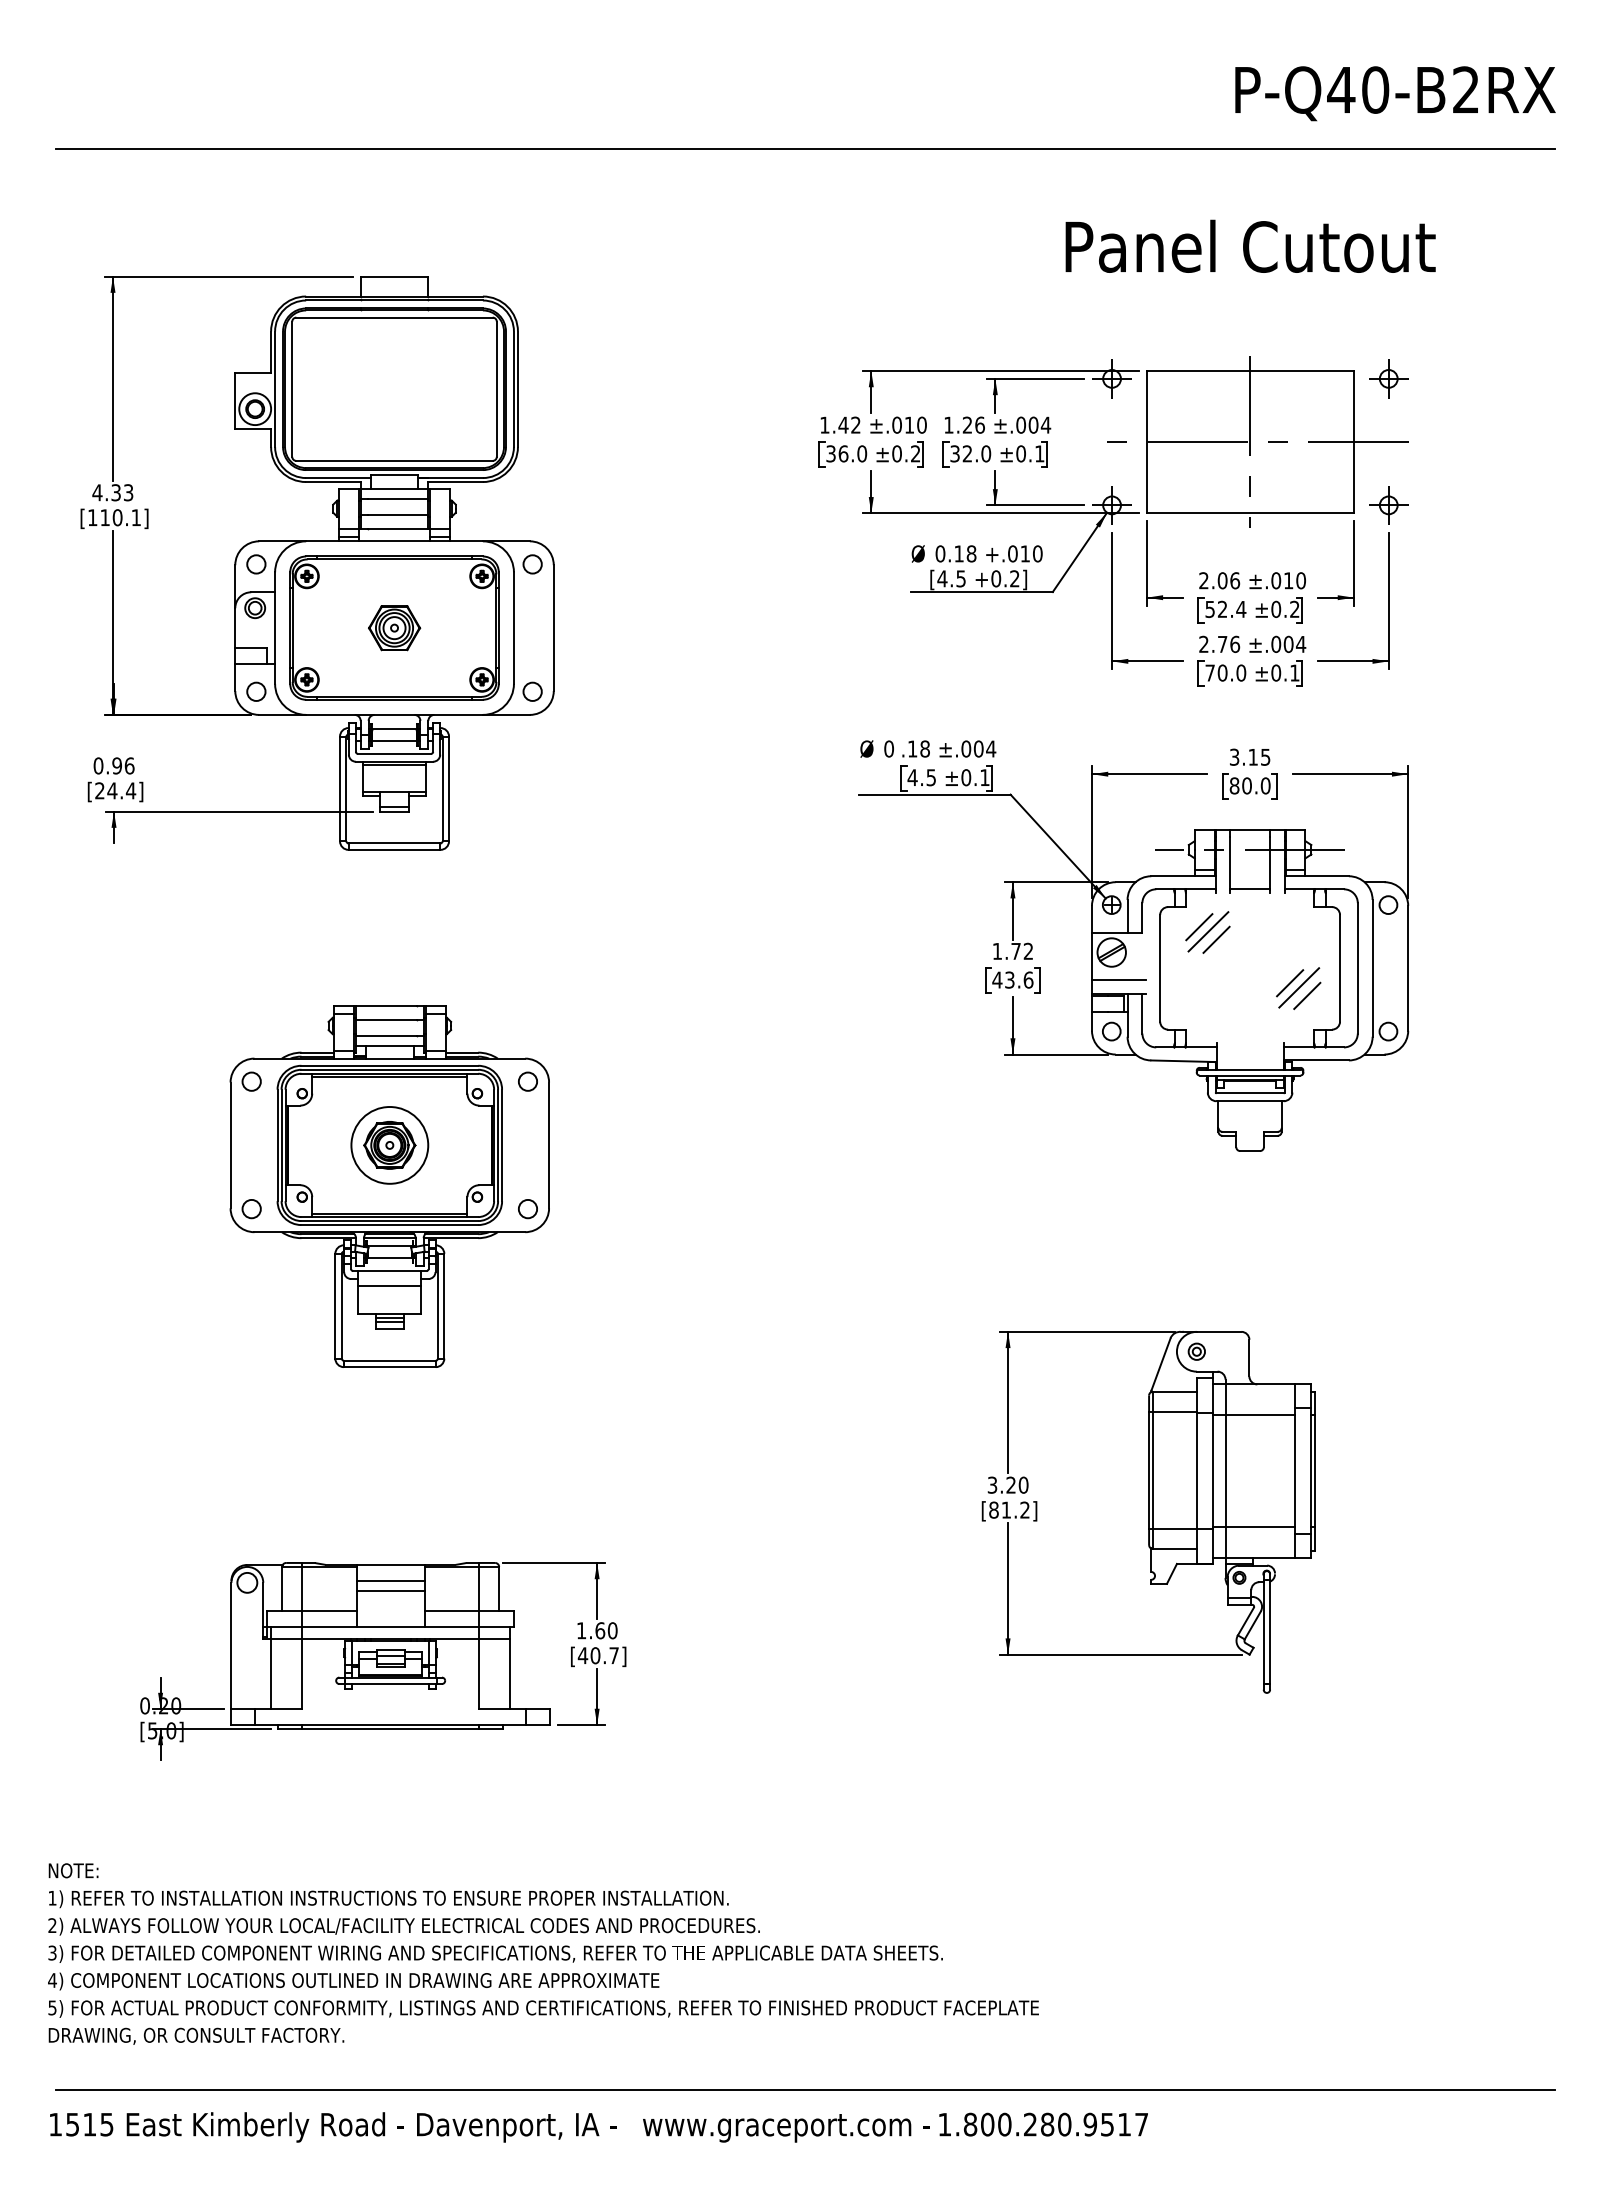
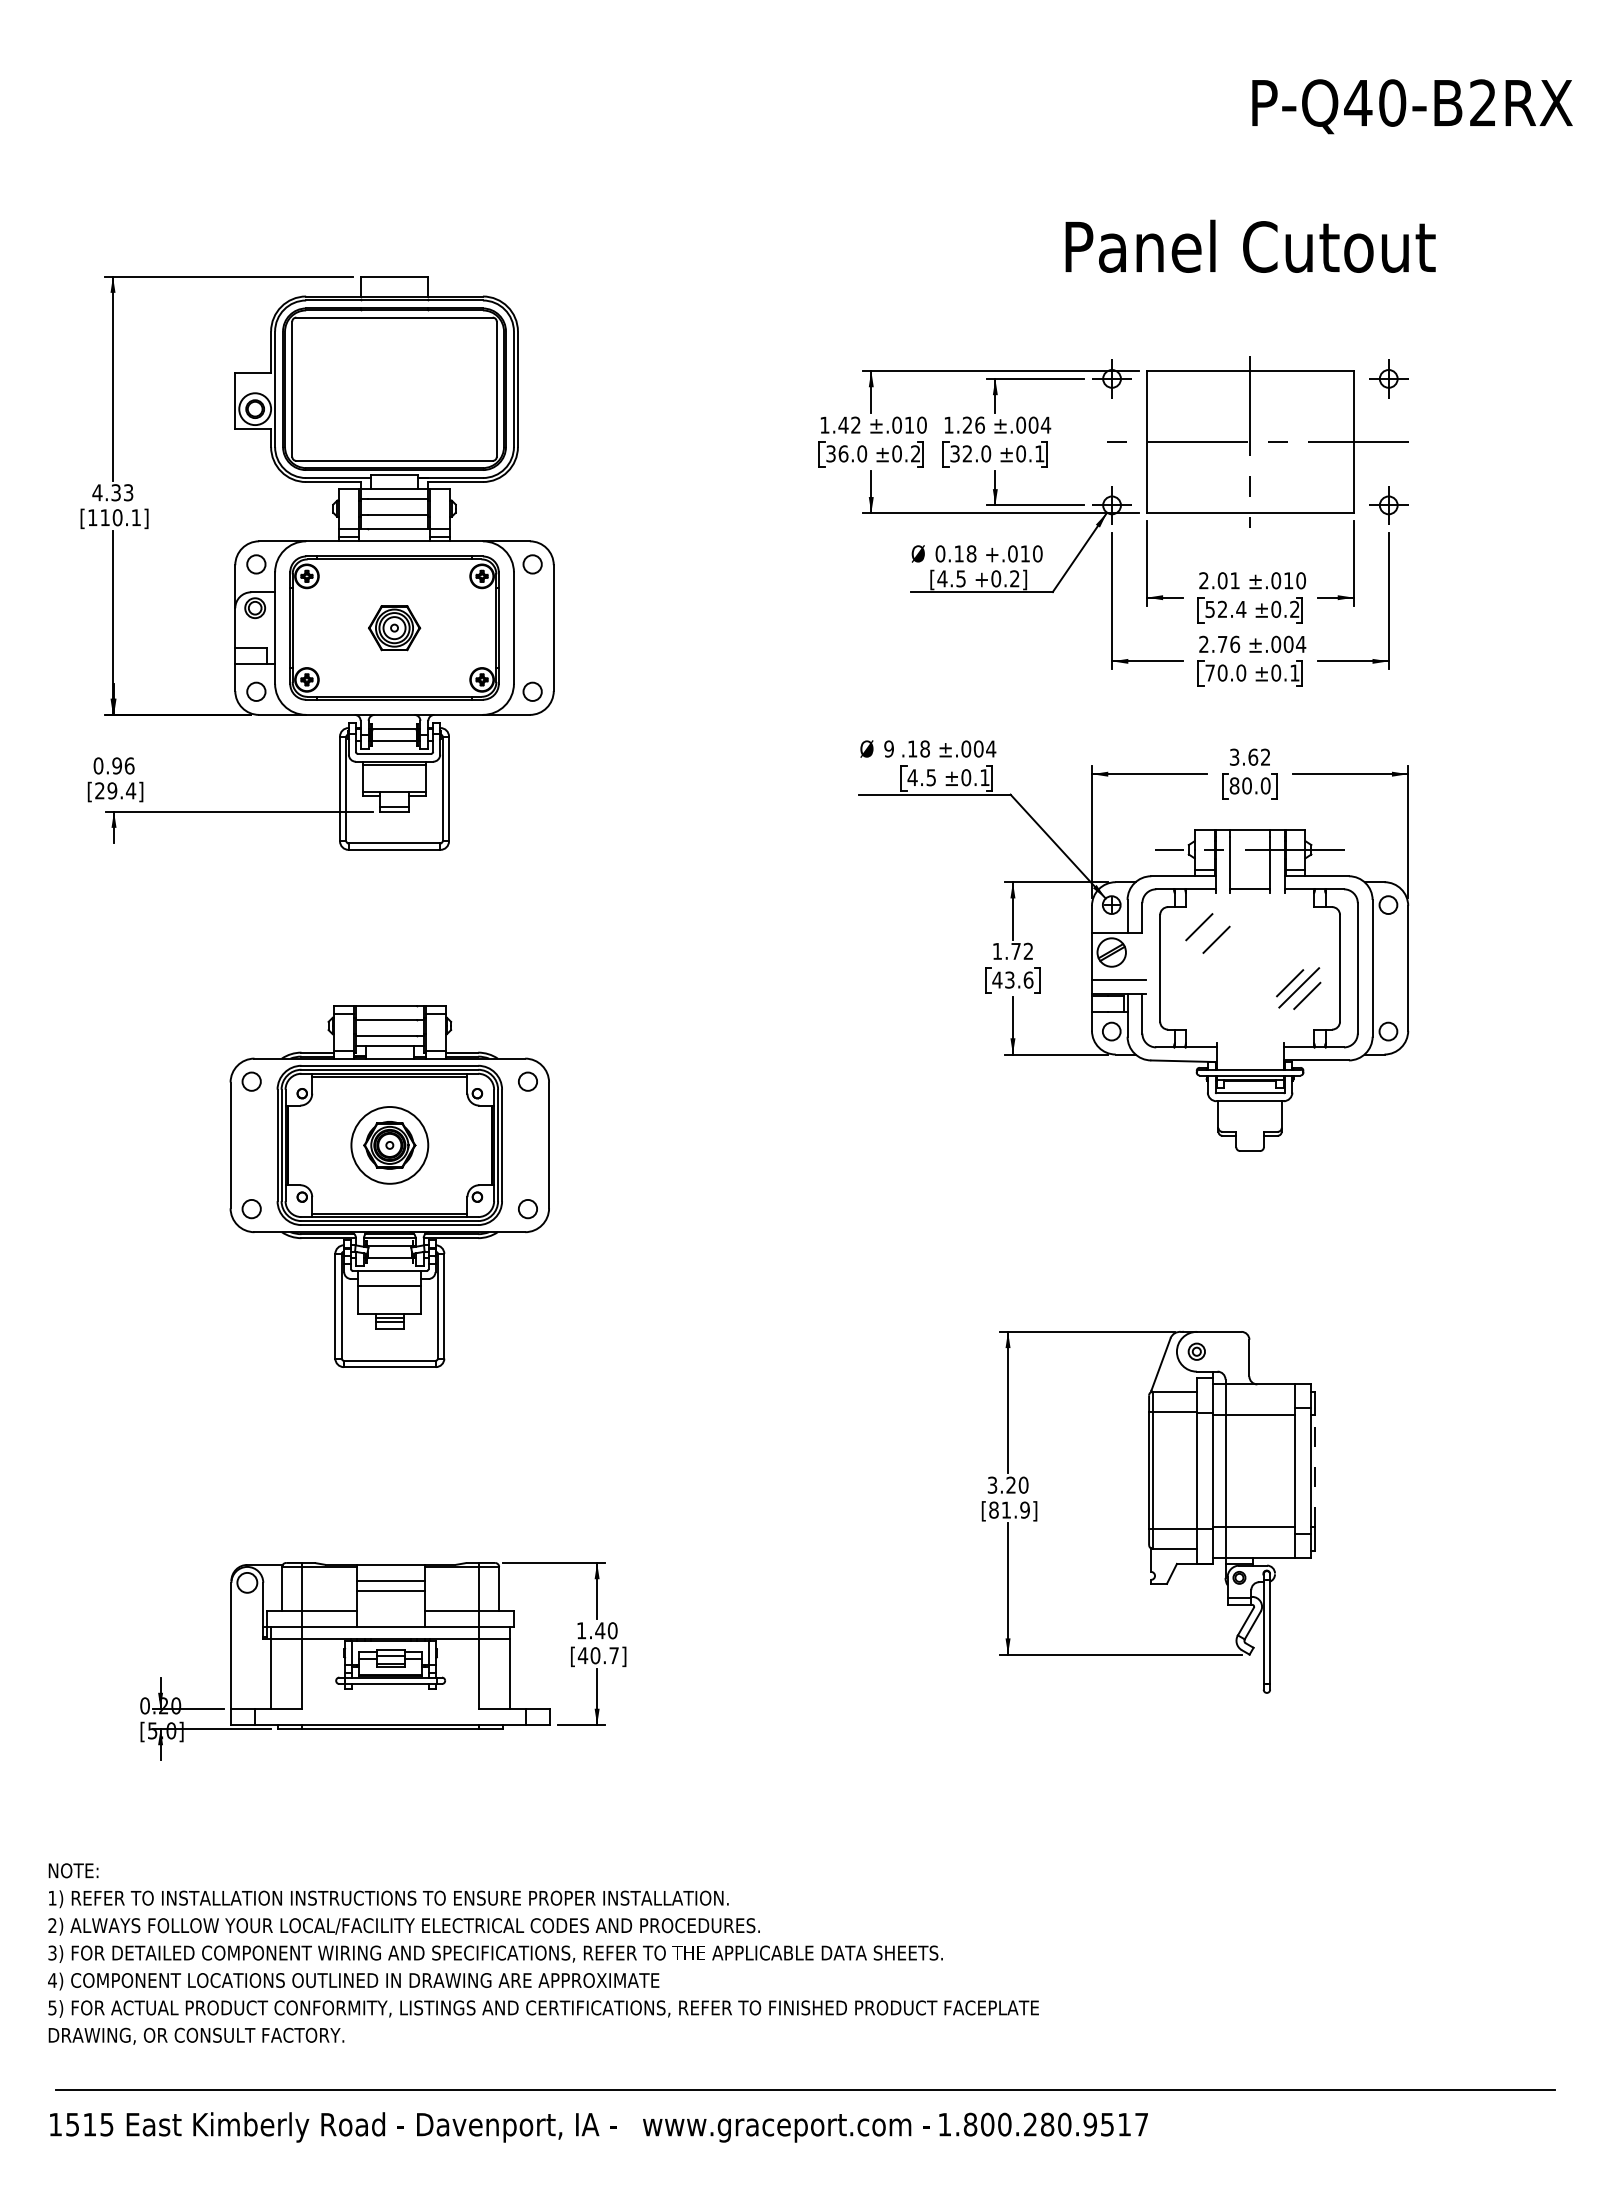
text at (1395, 93) position: (1395, 93) -> (1412, 106)
line at (805, 148): present -> none
text at (1235, 580): 2.06 -> 2.01
text at (888, 748): 0 -> 9
text at (1259, 756): 3.15 -> 3.62
text at (112, 790): [24.4] -> [29.4]
line at (1208, 931): present -> none
line at (1315, 1471): solid -> dashed
text at (1024, 1509): [81.2] -> [81.9]
text at (600, 1630): 1.60 -> 1.40
